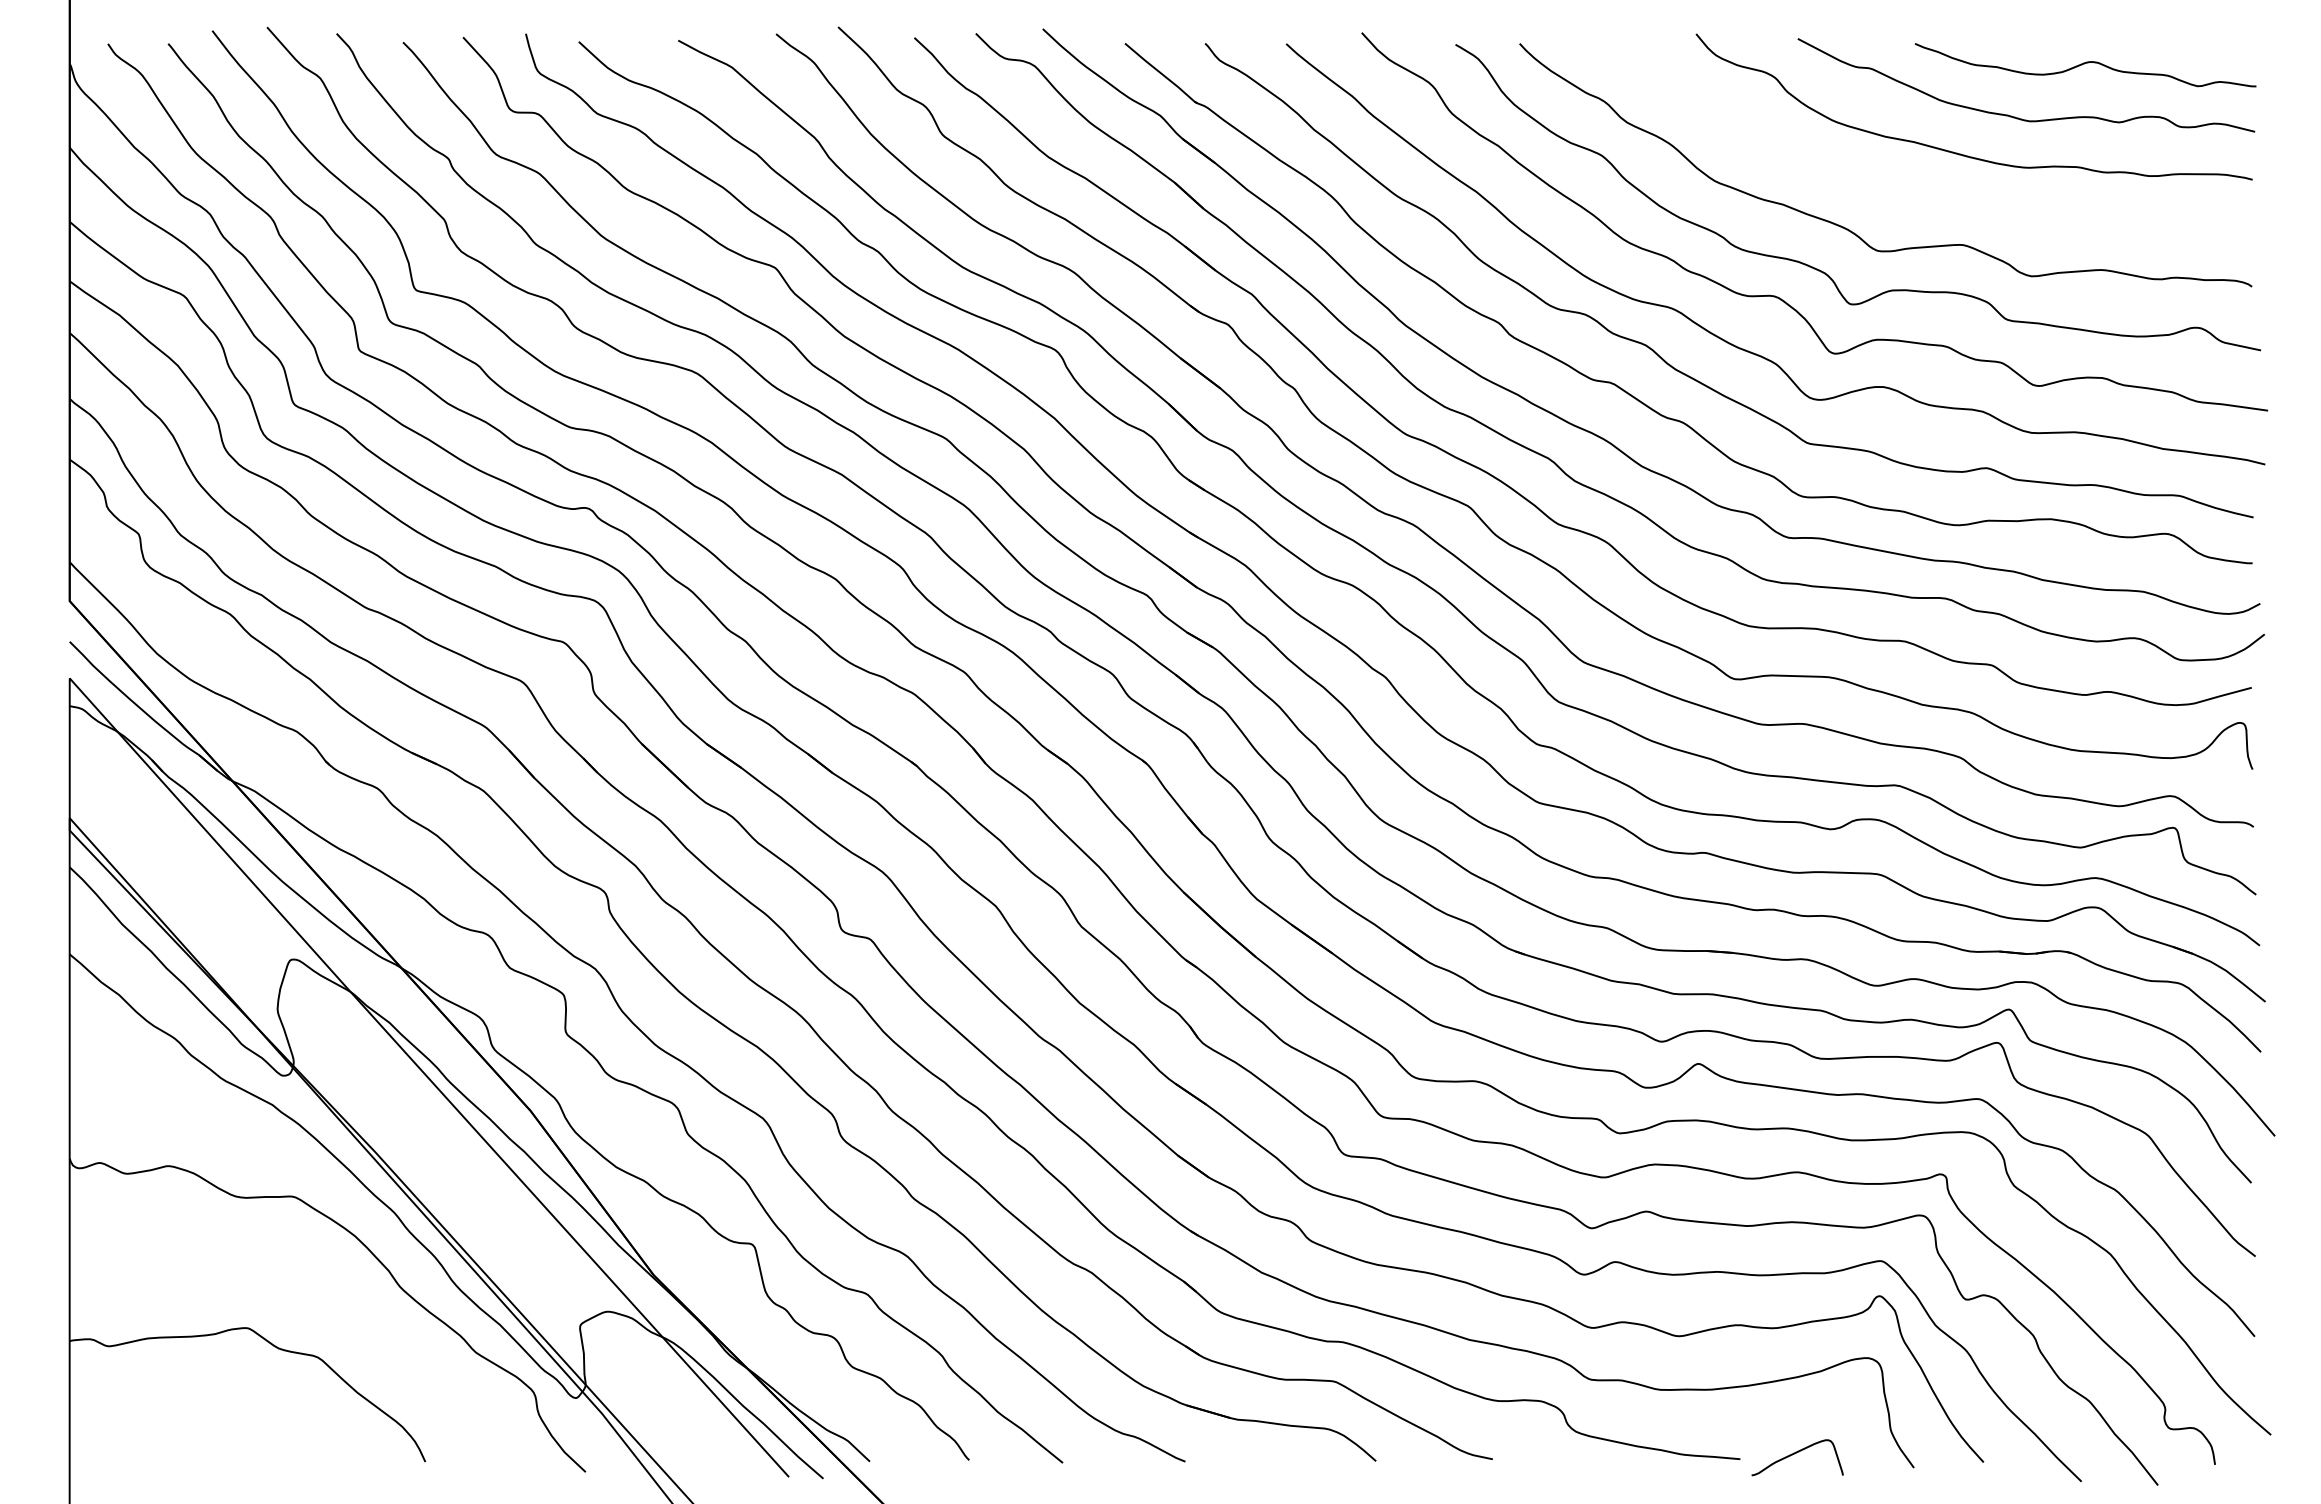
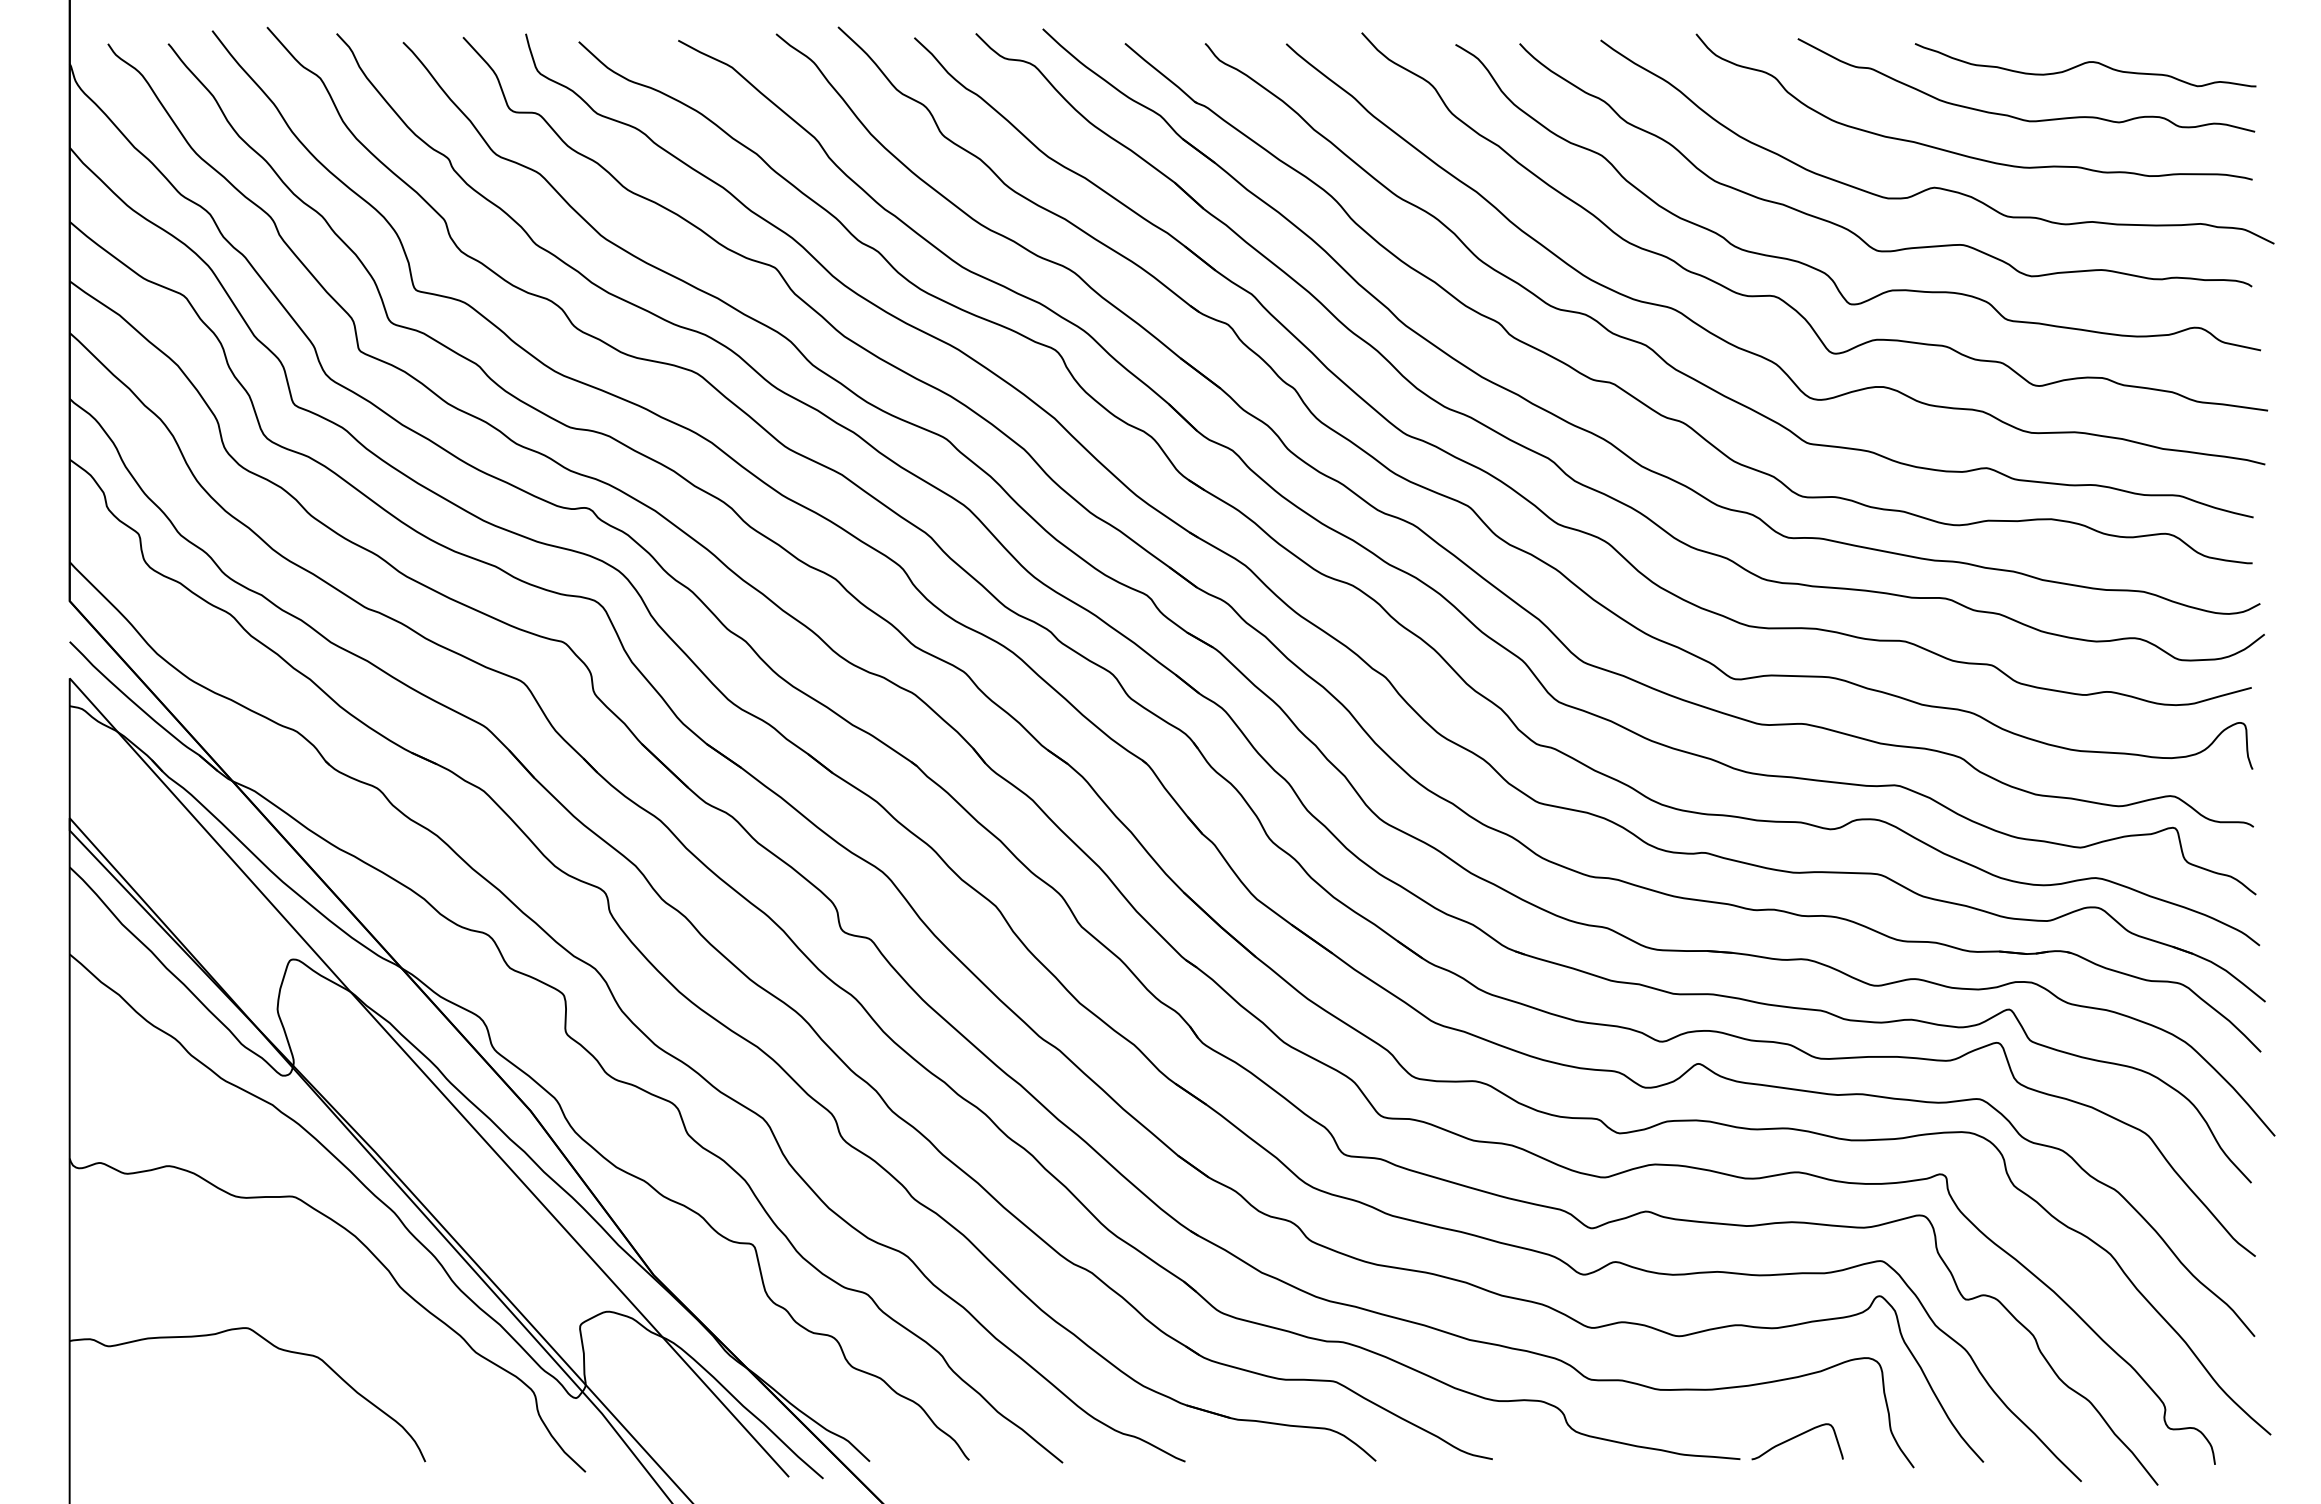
curve at (1935, 186): none -> present
curve at (1796, 1453) position: (1796, 1453) -> (1796, 1437)
